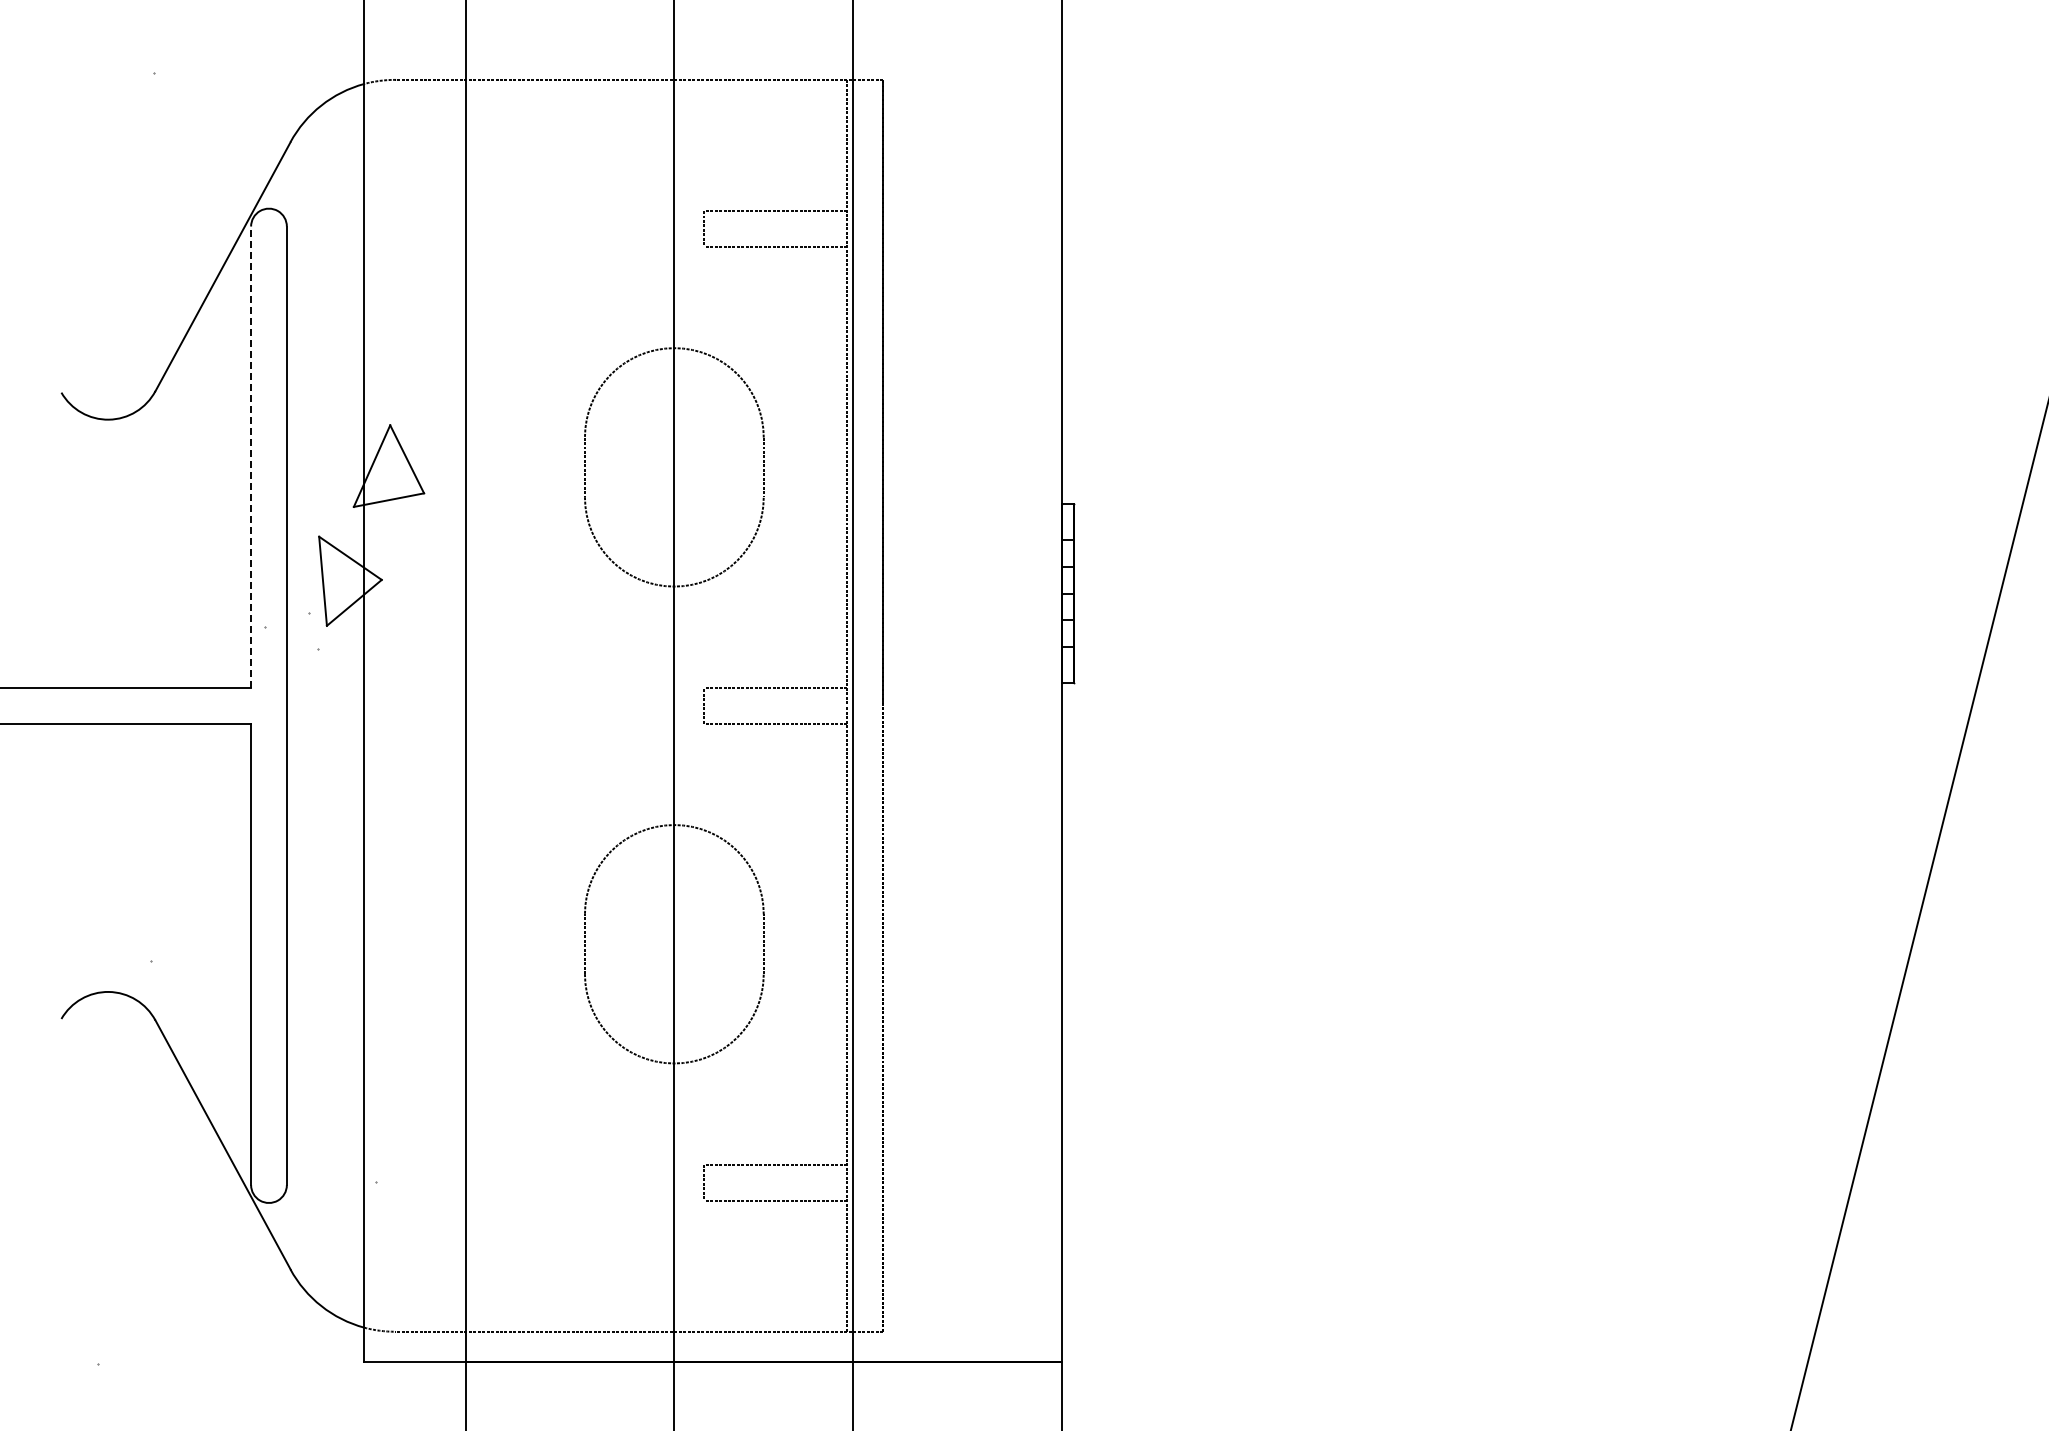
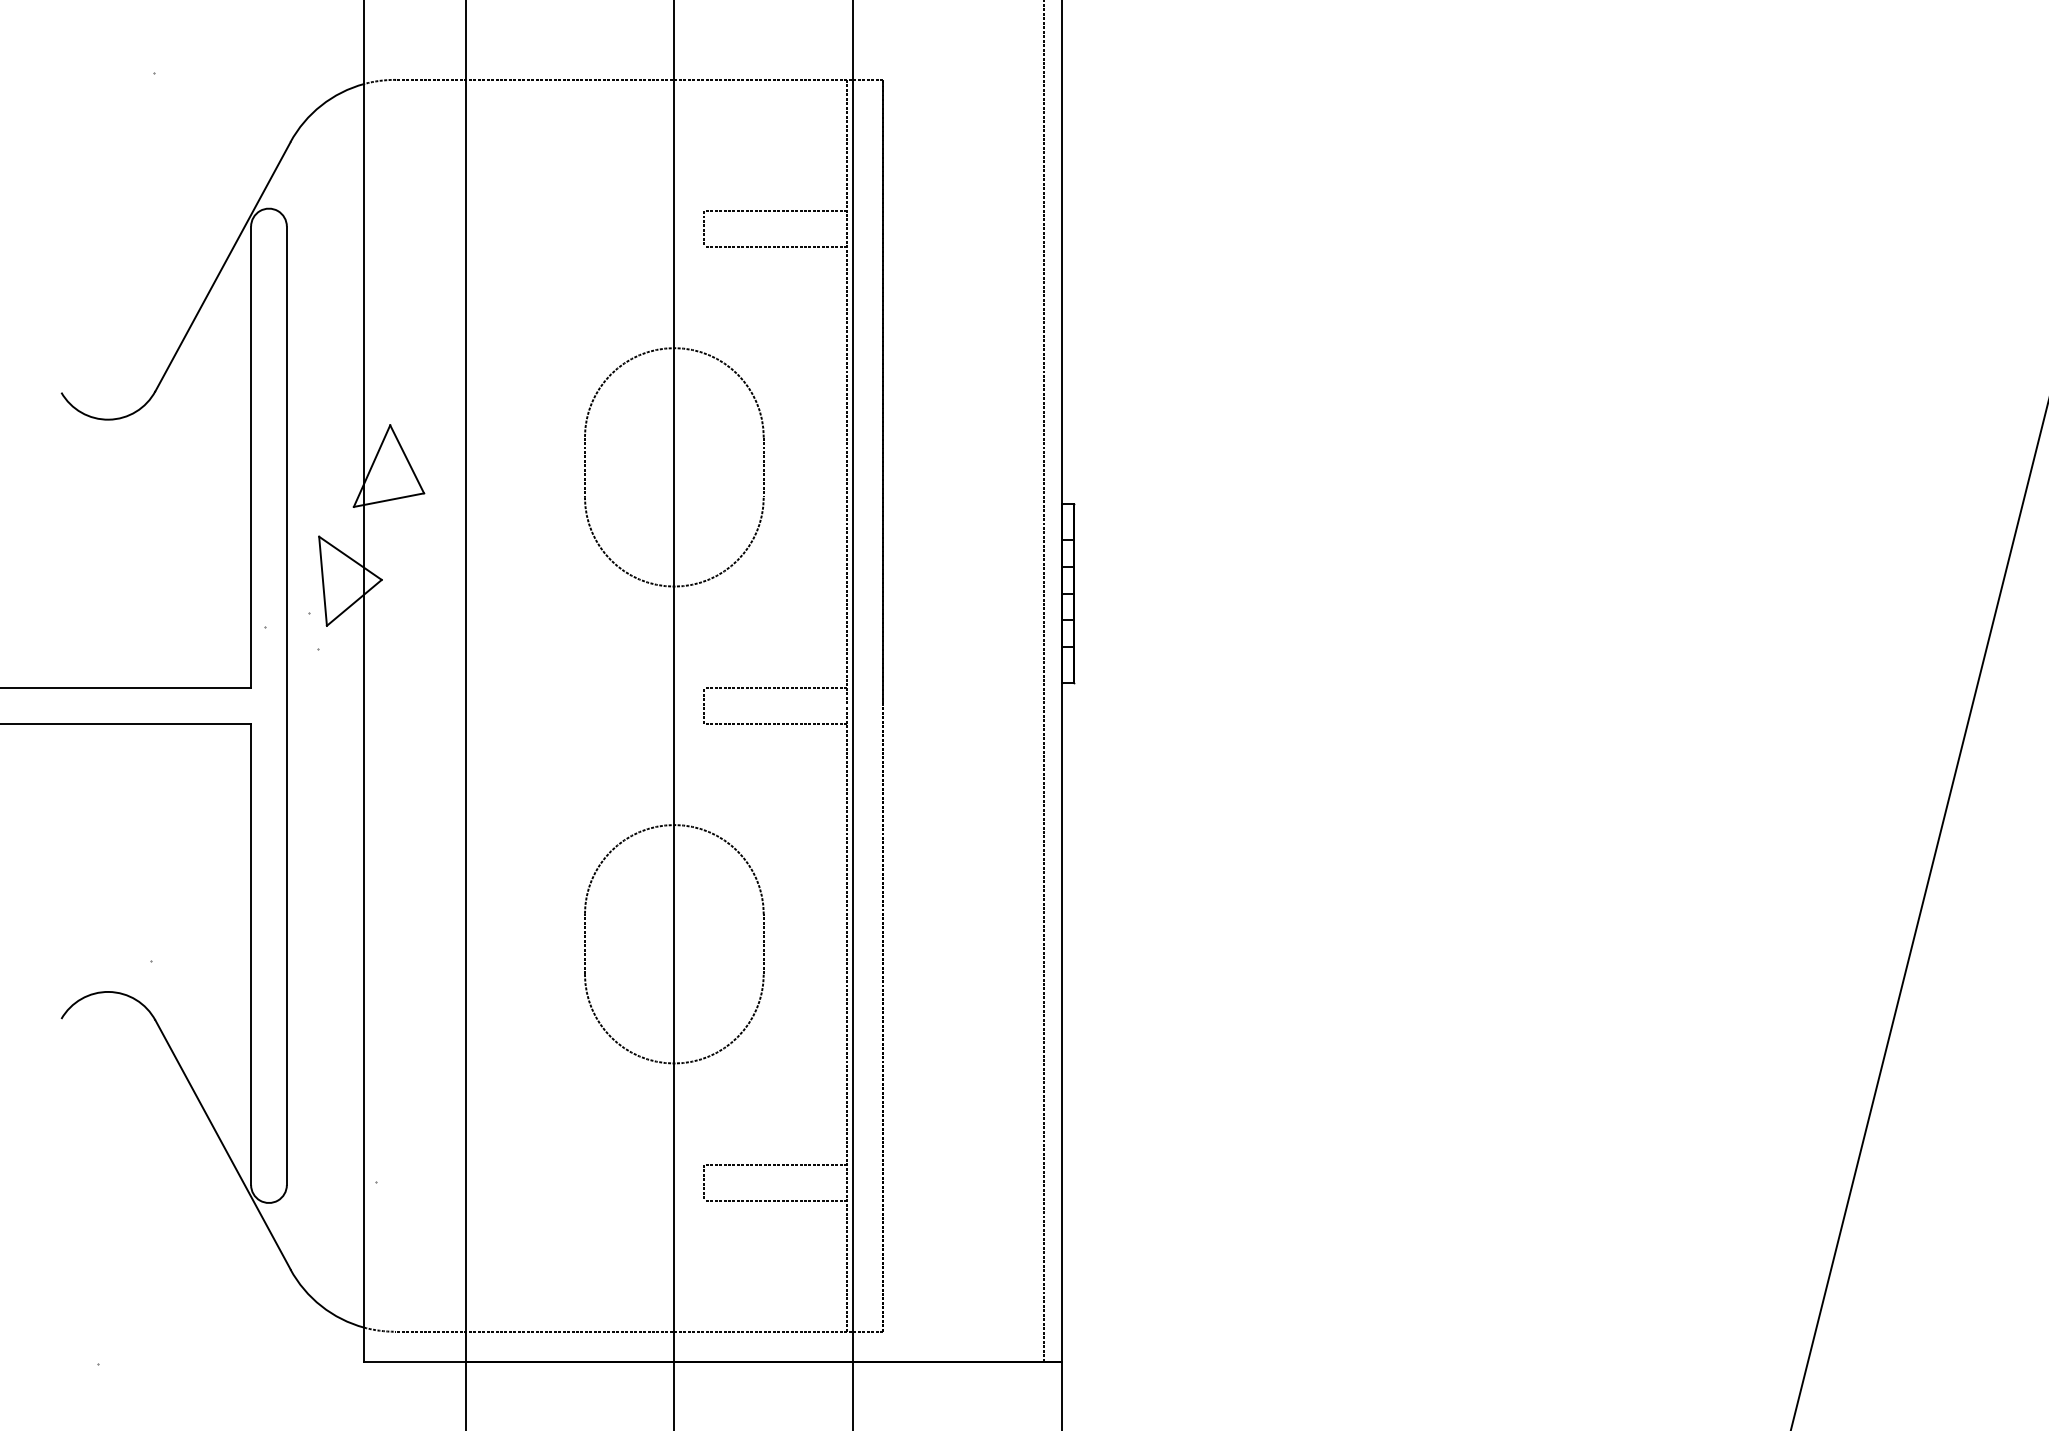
line at (251, 457): dashed -> solid
line at (1043, 681): none -> present
